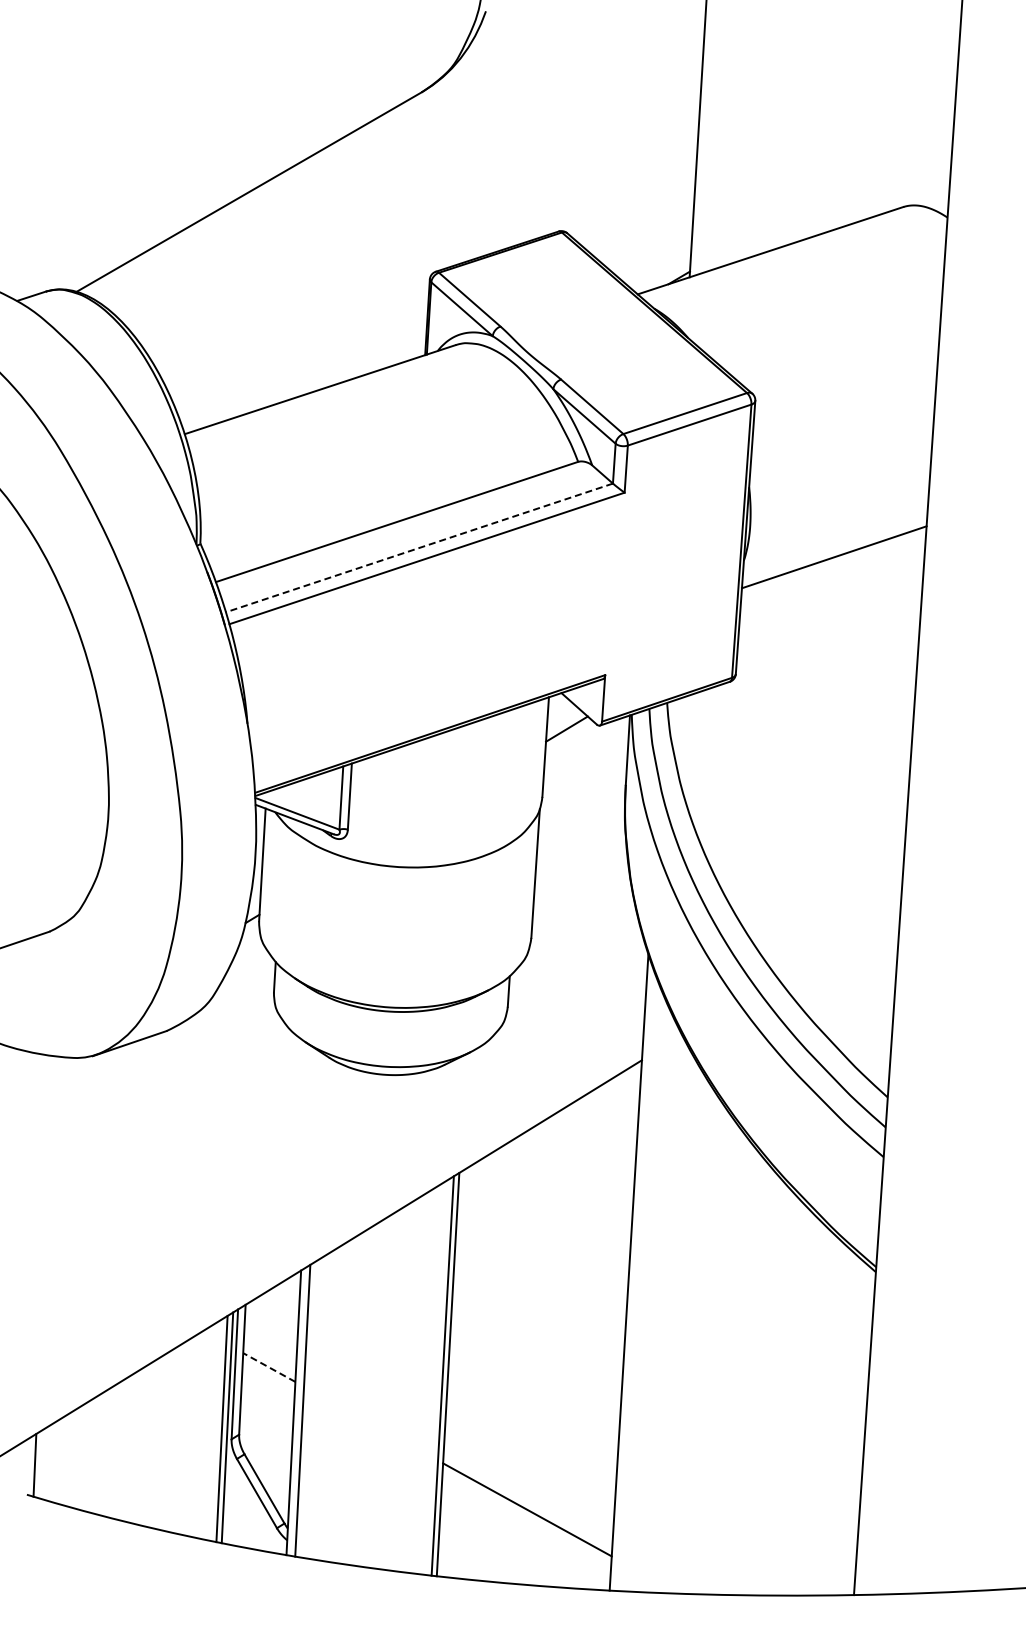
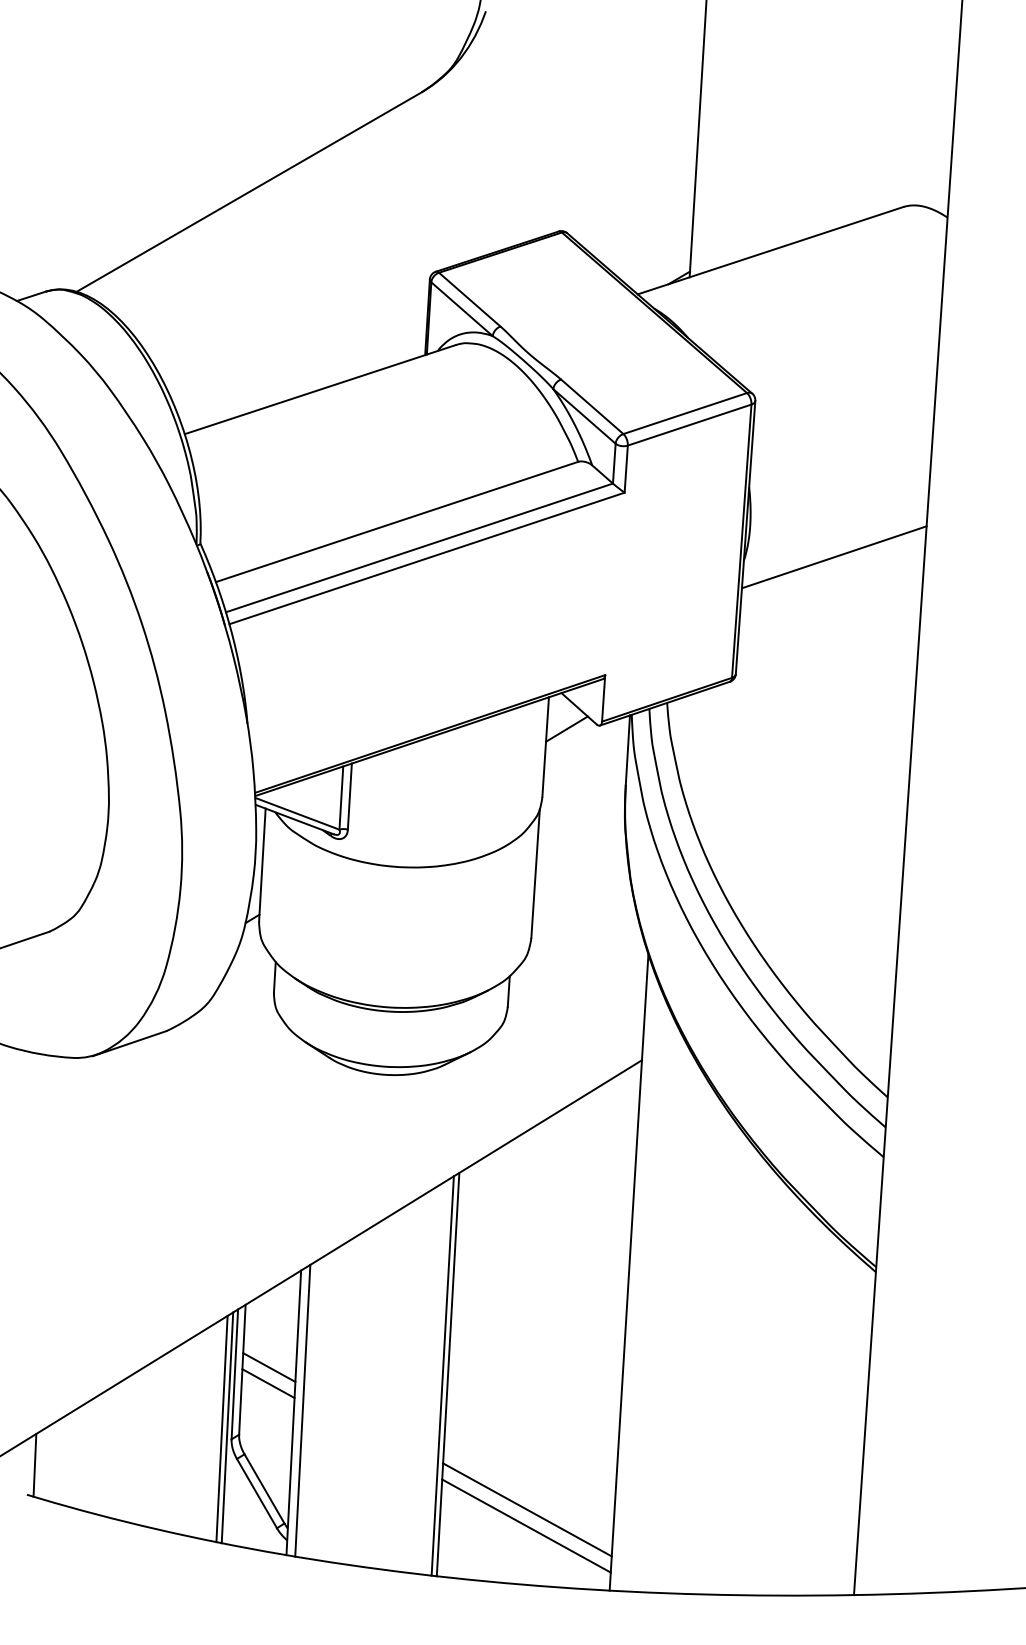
line at (419, 547): dashed -> solid
line at (269, 1367): dashed -> solid
line at (268, 1383): none -> present
line at (526, 1525): none -> present
